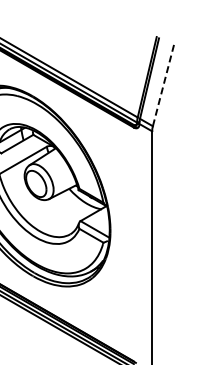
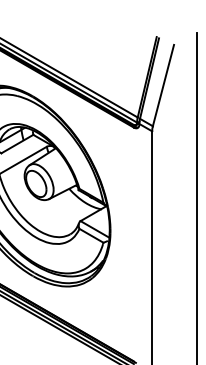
line at (163, 85): dashed -> solid
line at (196, 197): none -> present
